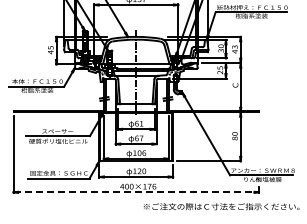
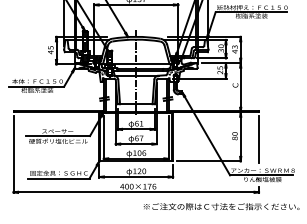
line at (259, 139): none -> present
line at (136, 192): dashed -> solid
